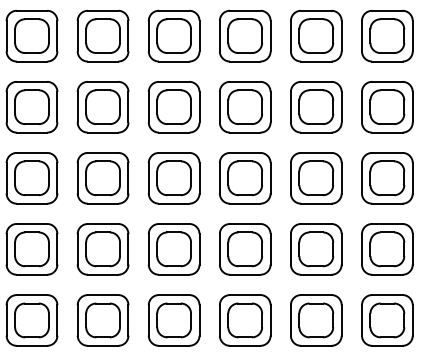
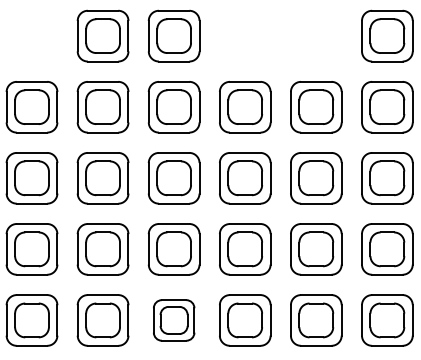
part at (31, 35): present -> none
part at (245, 35): present -> none
part at (316, 35): present -> none
part at (173, 320) size: 54x53 px -> 43x43 px
